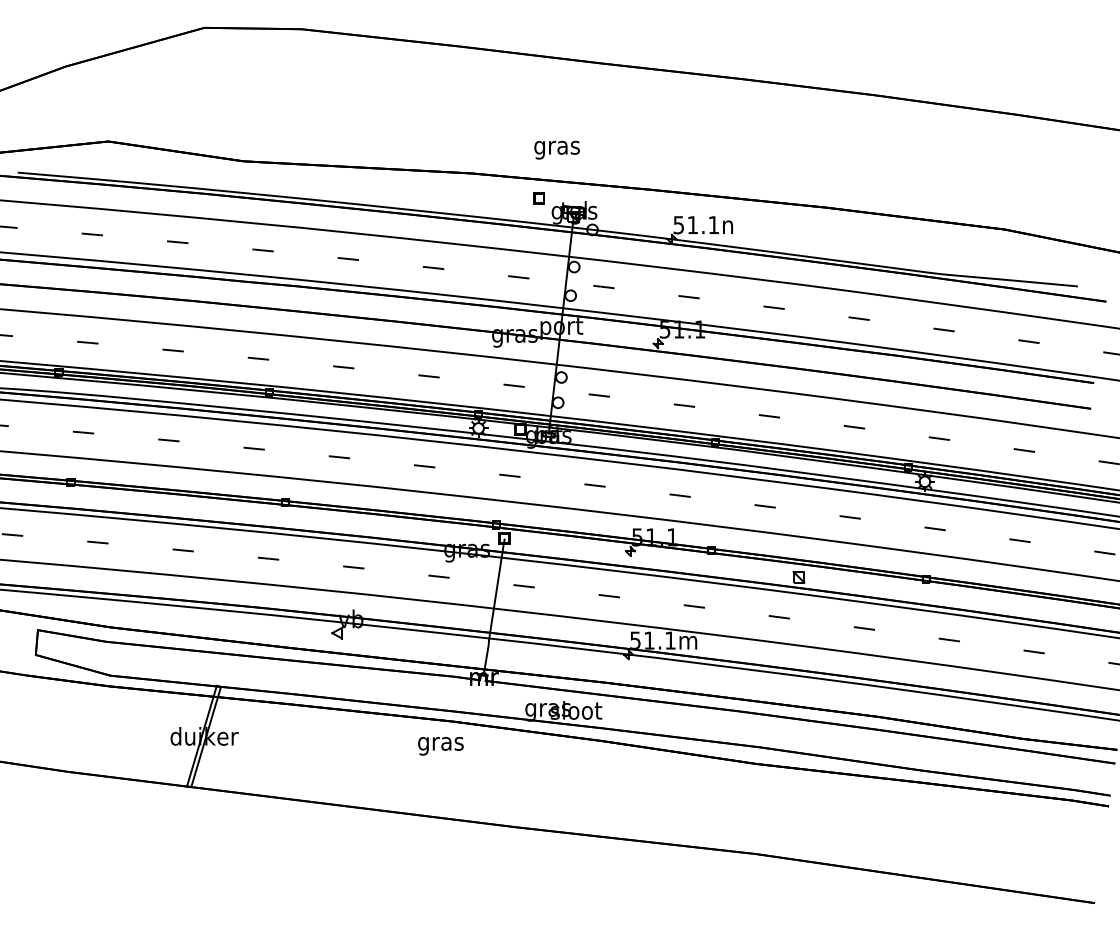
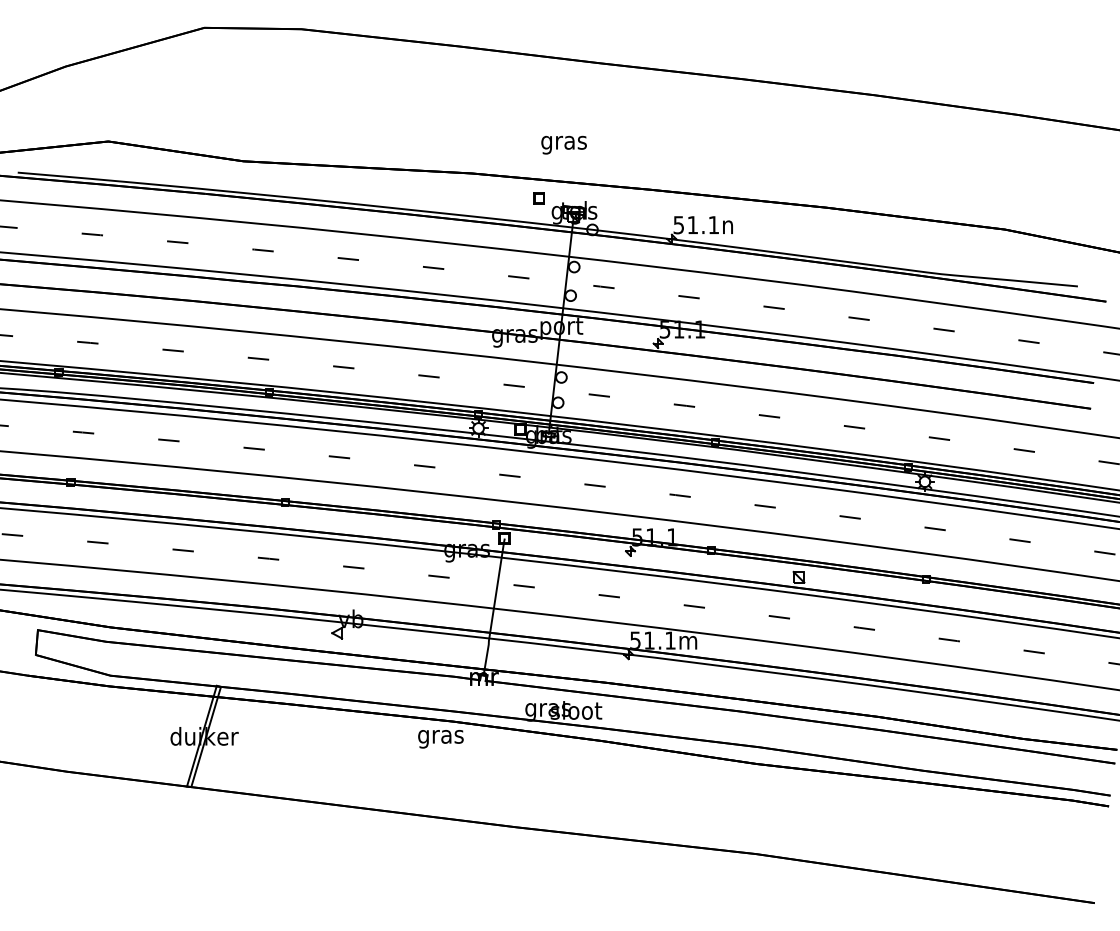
text at (556, 149) position: (556, 149) -> (563, 144)
text at (440, 746) position: (440, 746) -> (440, 739)
